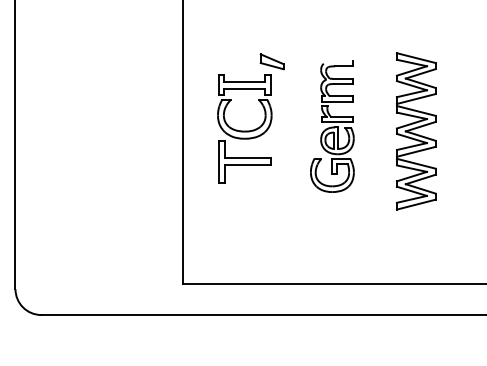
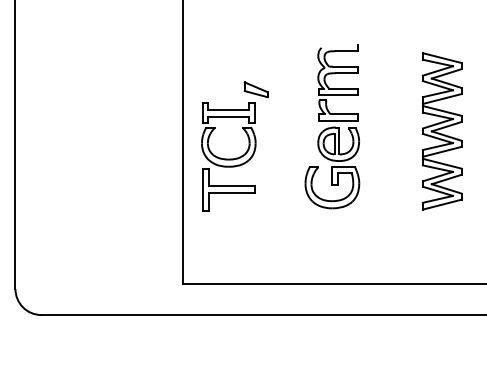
part at (332, 126) size: 45x133 px -> 57x166 px
part at (255, 128) position: (255, 128) -> (239, 156)
part at (416, 131) position: (416, 131) -> (442, 131)
